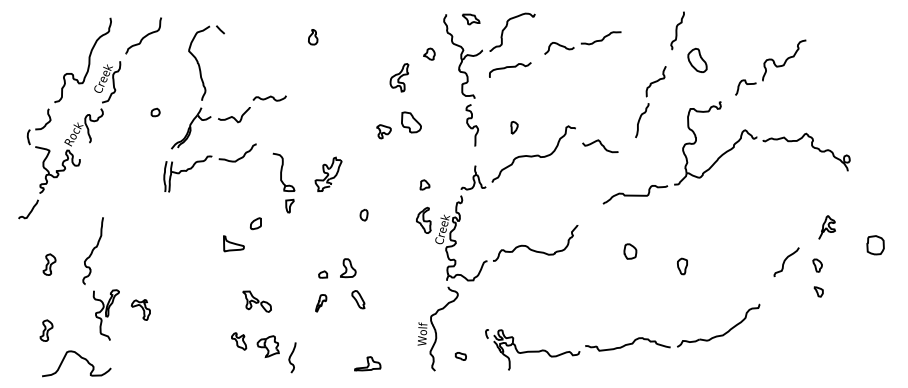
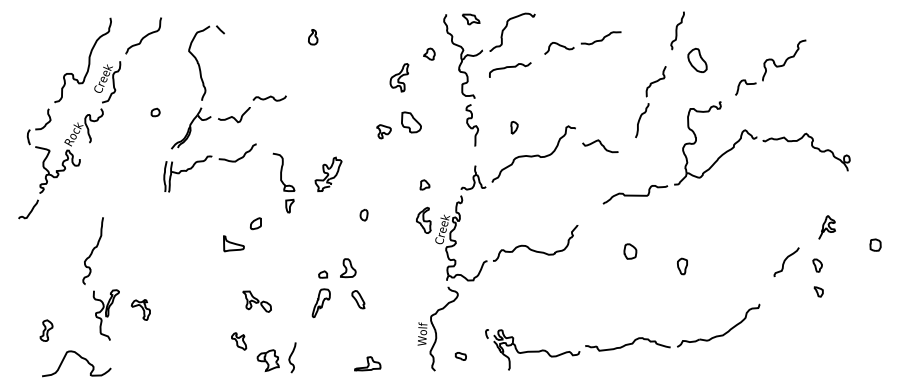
part at (875, 245) size: 19x21 px -> 13x14 px
part at (49, 264): present -> none
part at (321, 303) size: 13x19 px -> 20x31 px
part at (267, 346) position: (267, 346) -> (267, 360)
